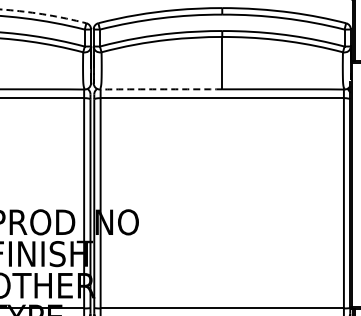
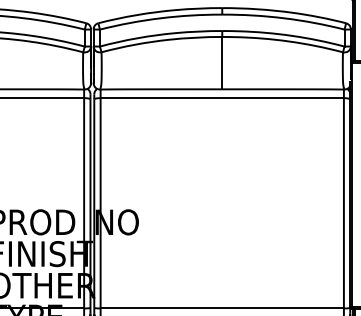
line at (44, 14): dashed -> solid
line at (158, 89): dashed -> solid
